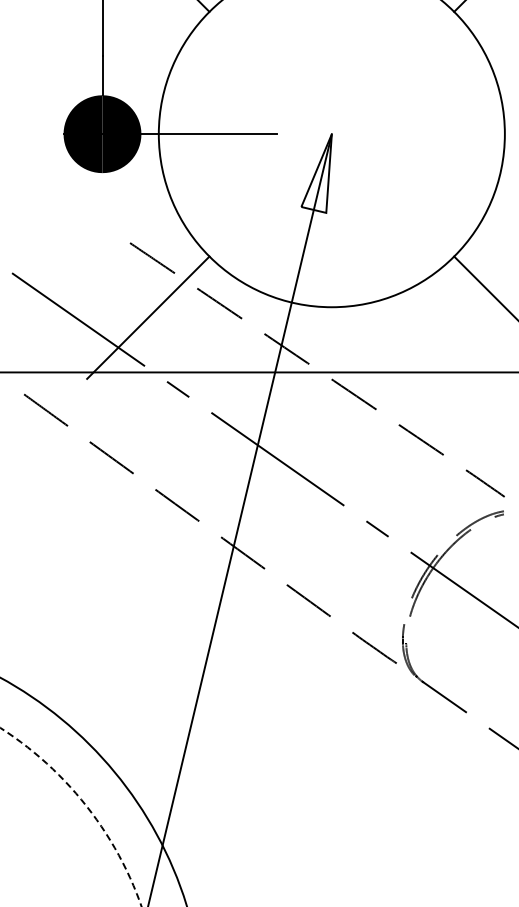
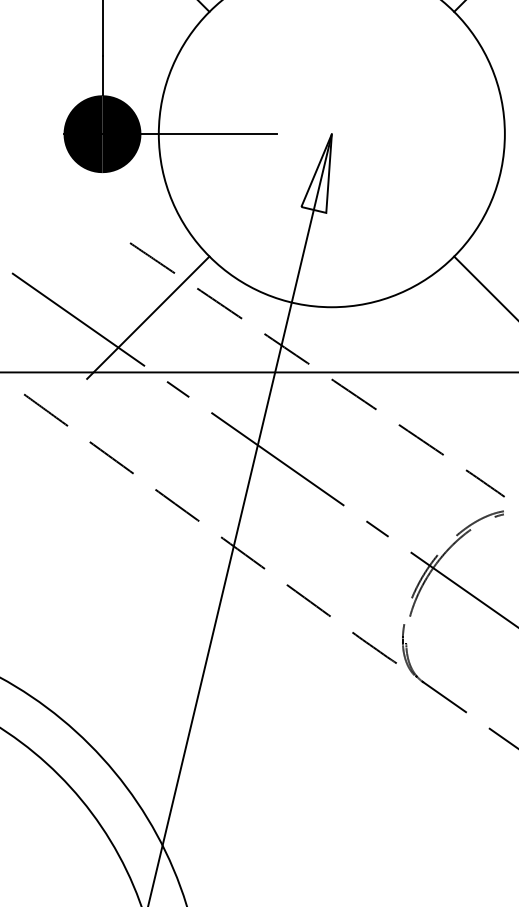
circle at (70, 817): dashed -> solid
